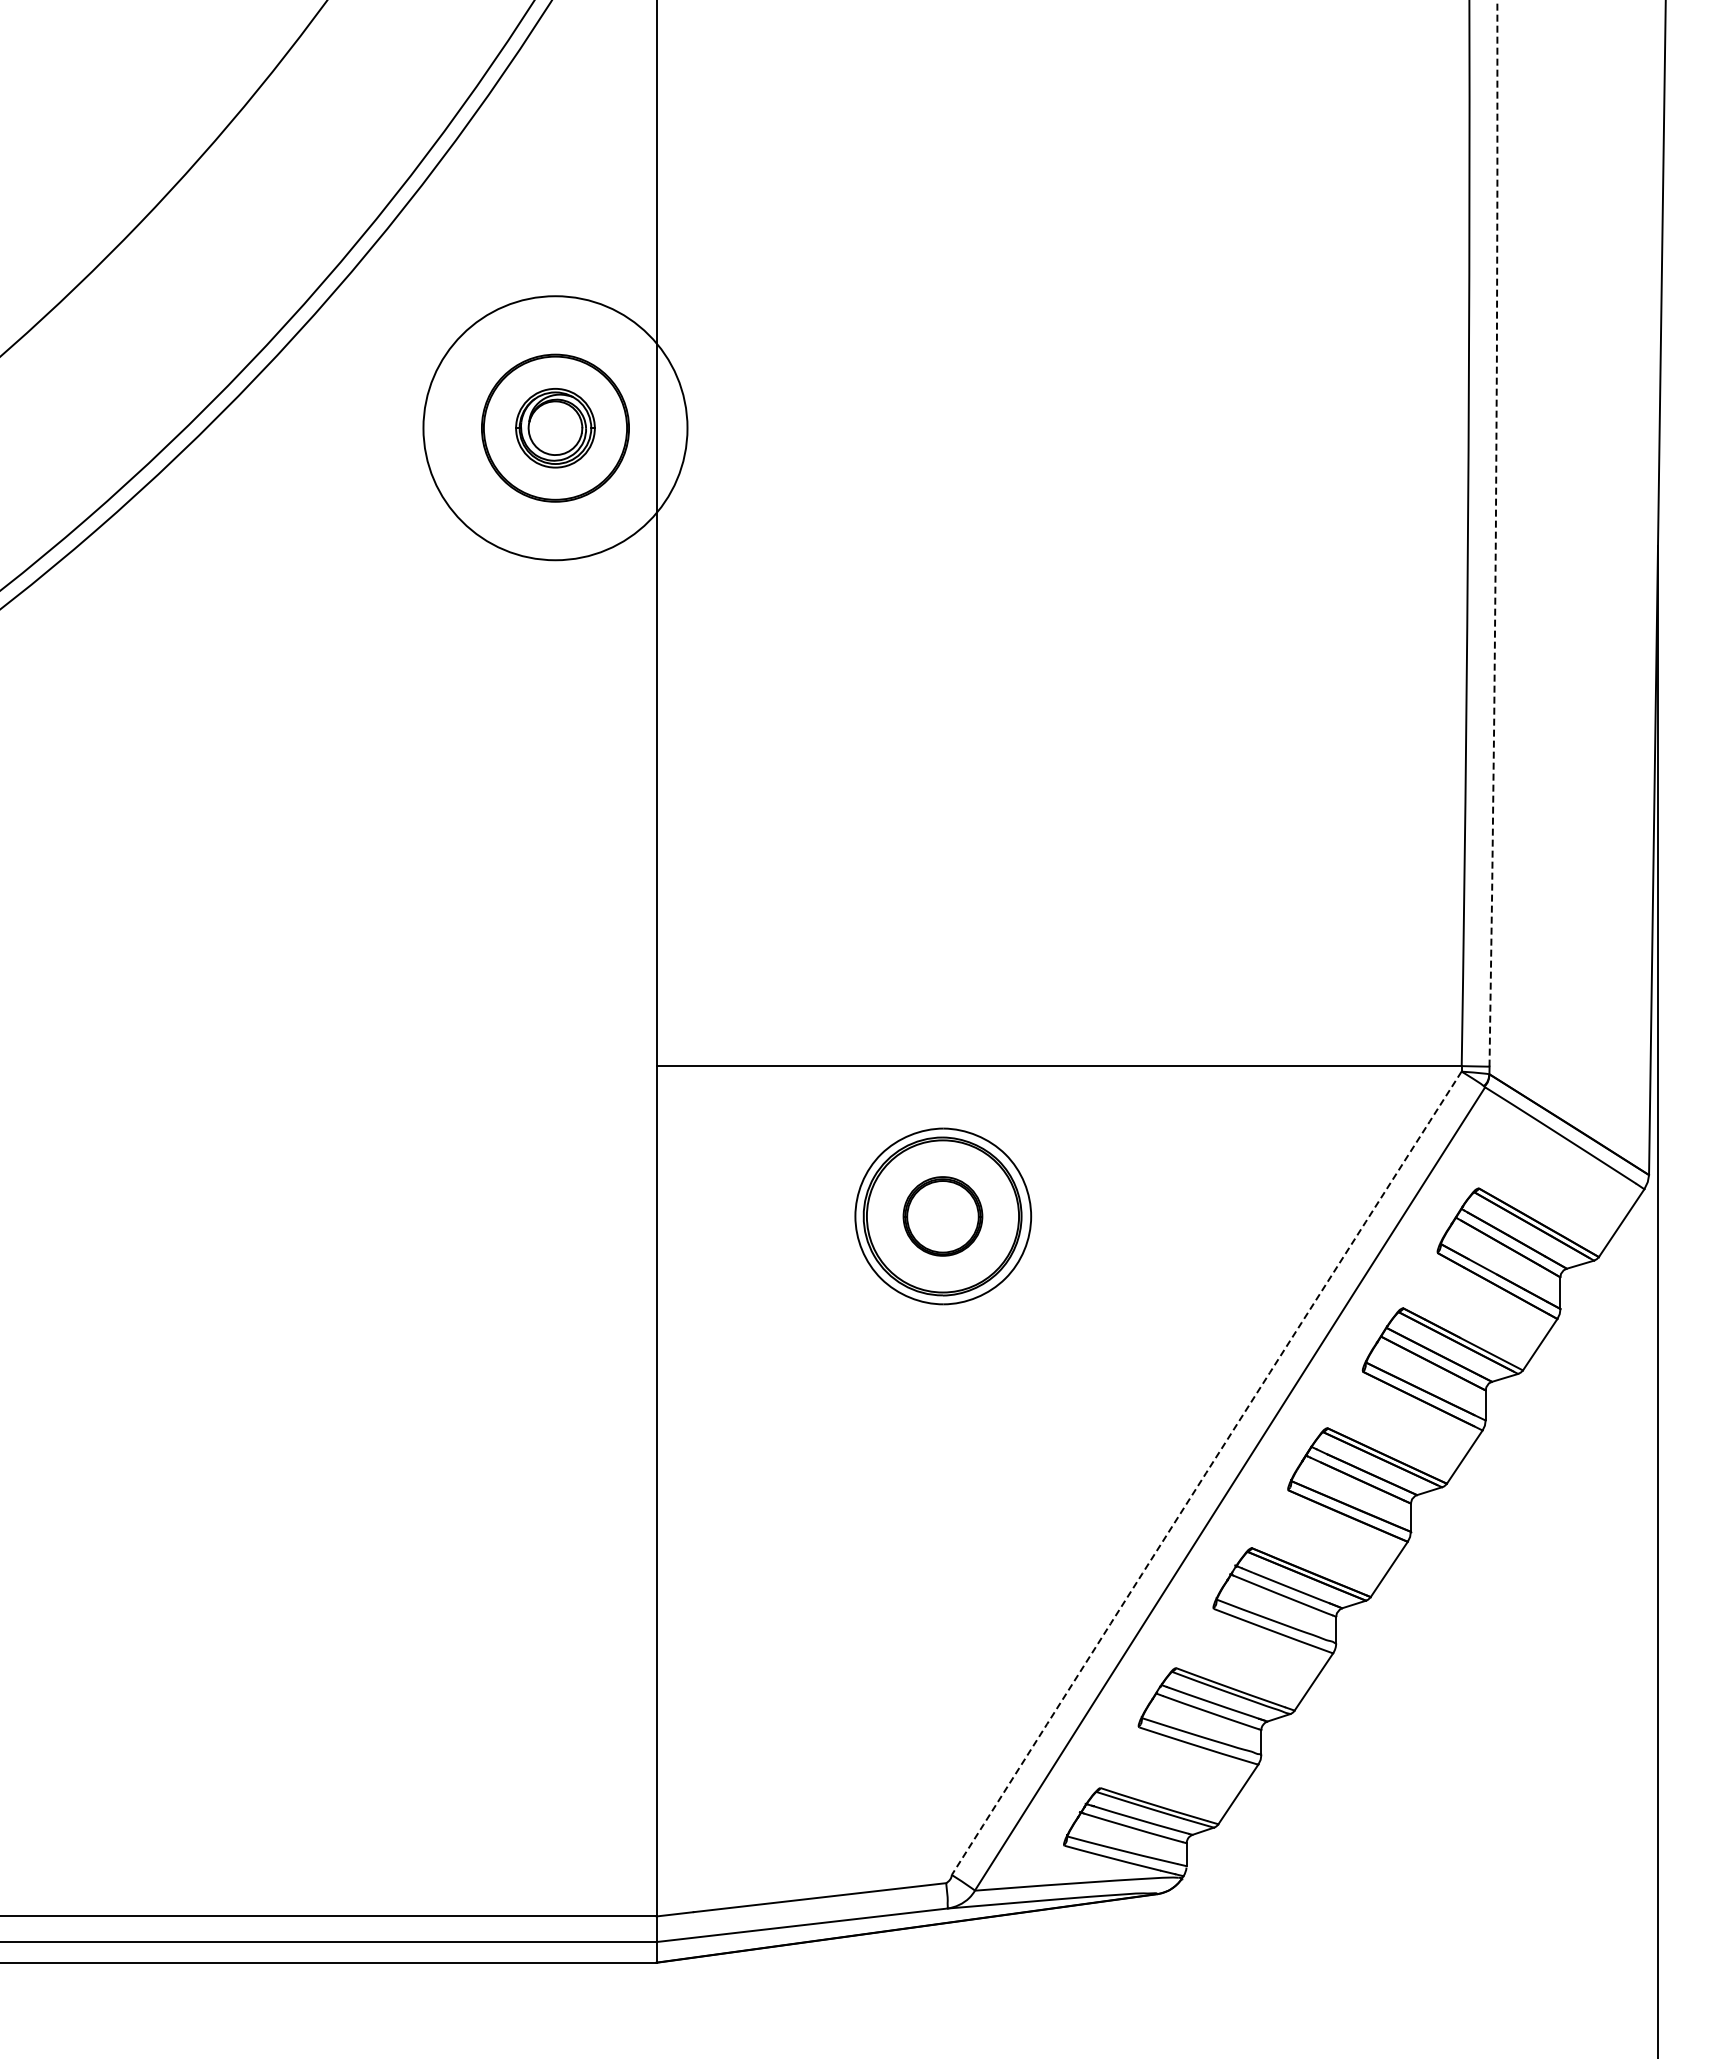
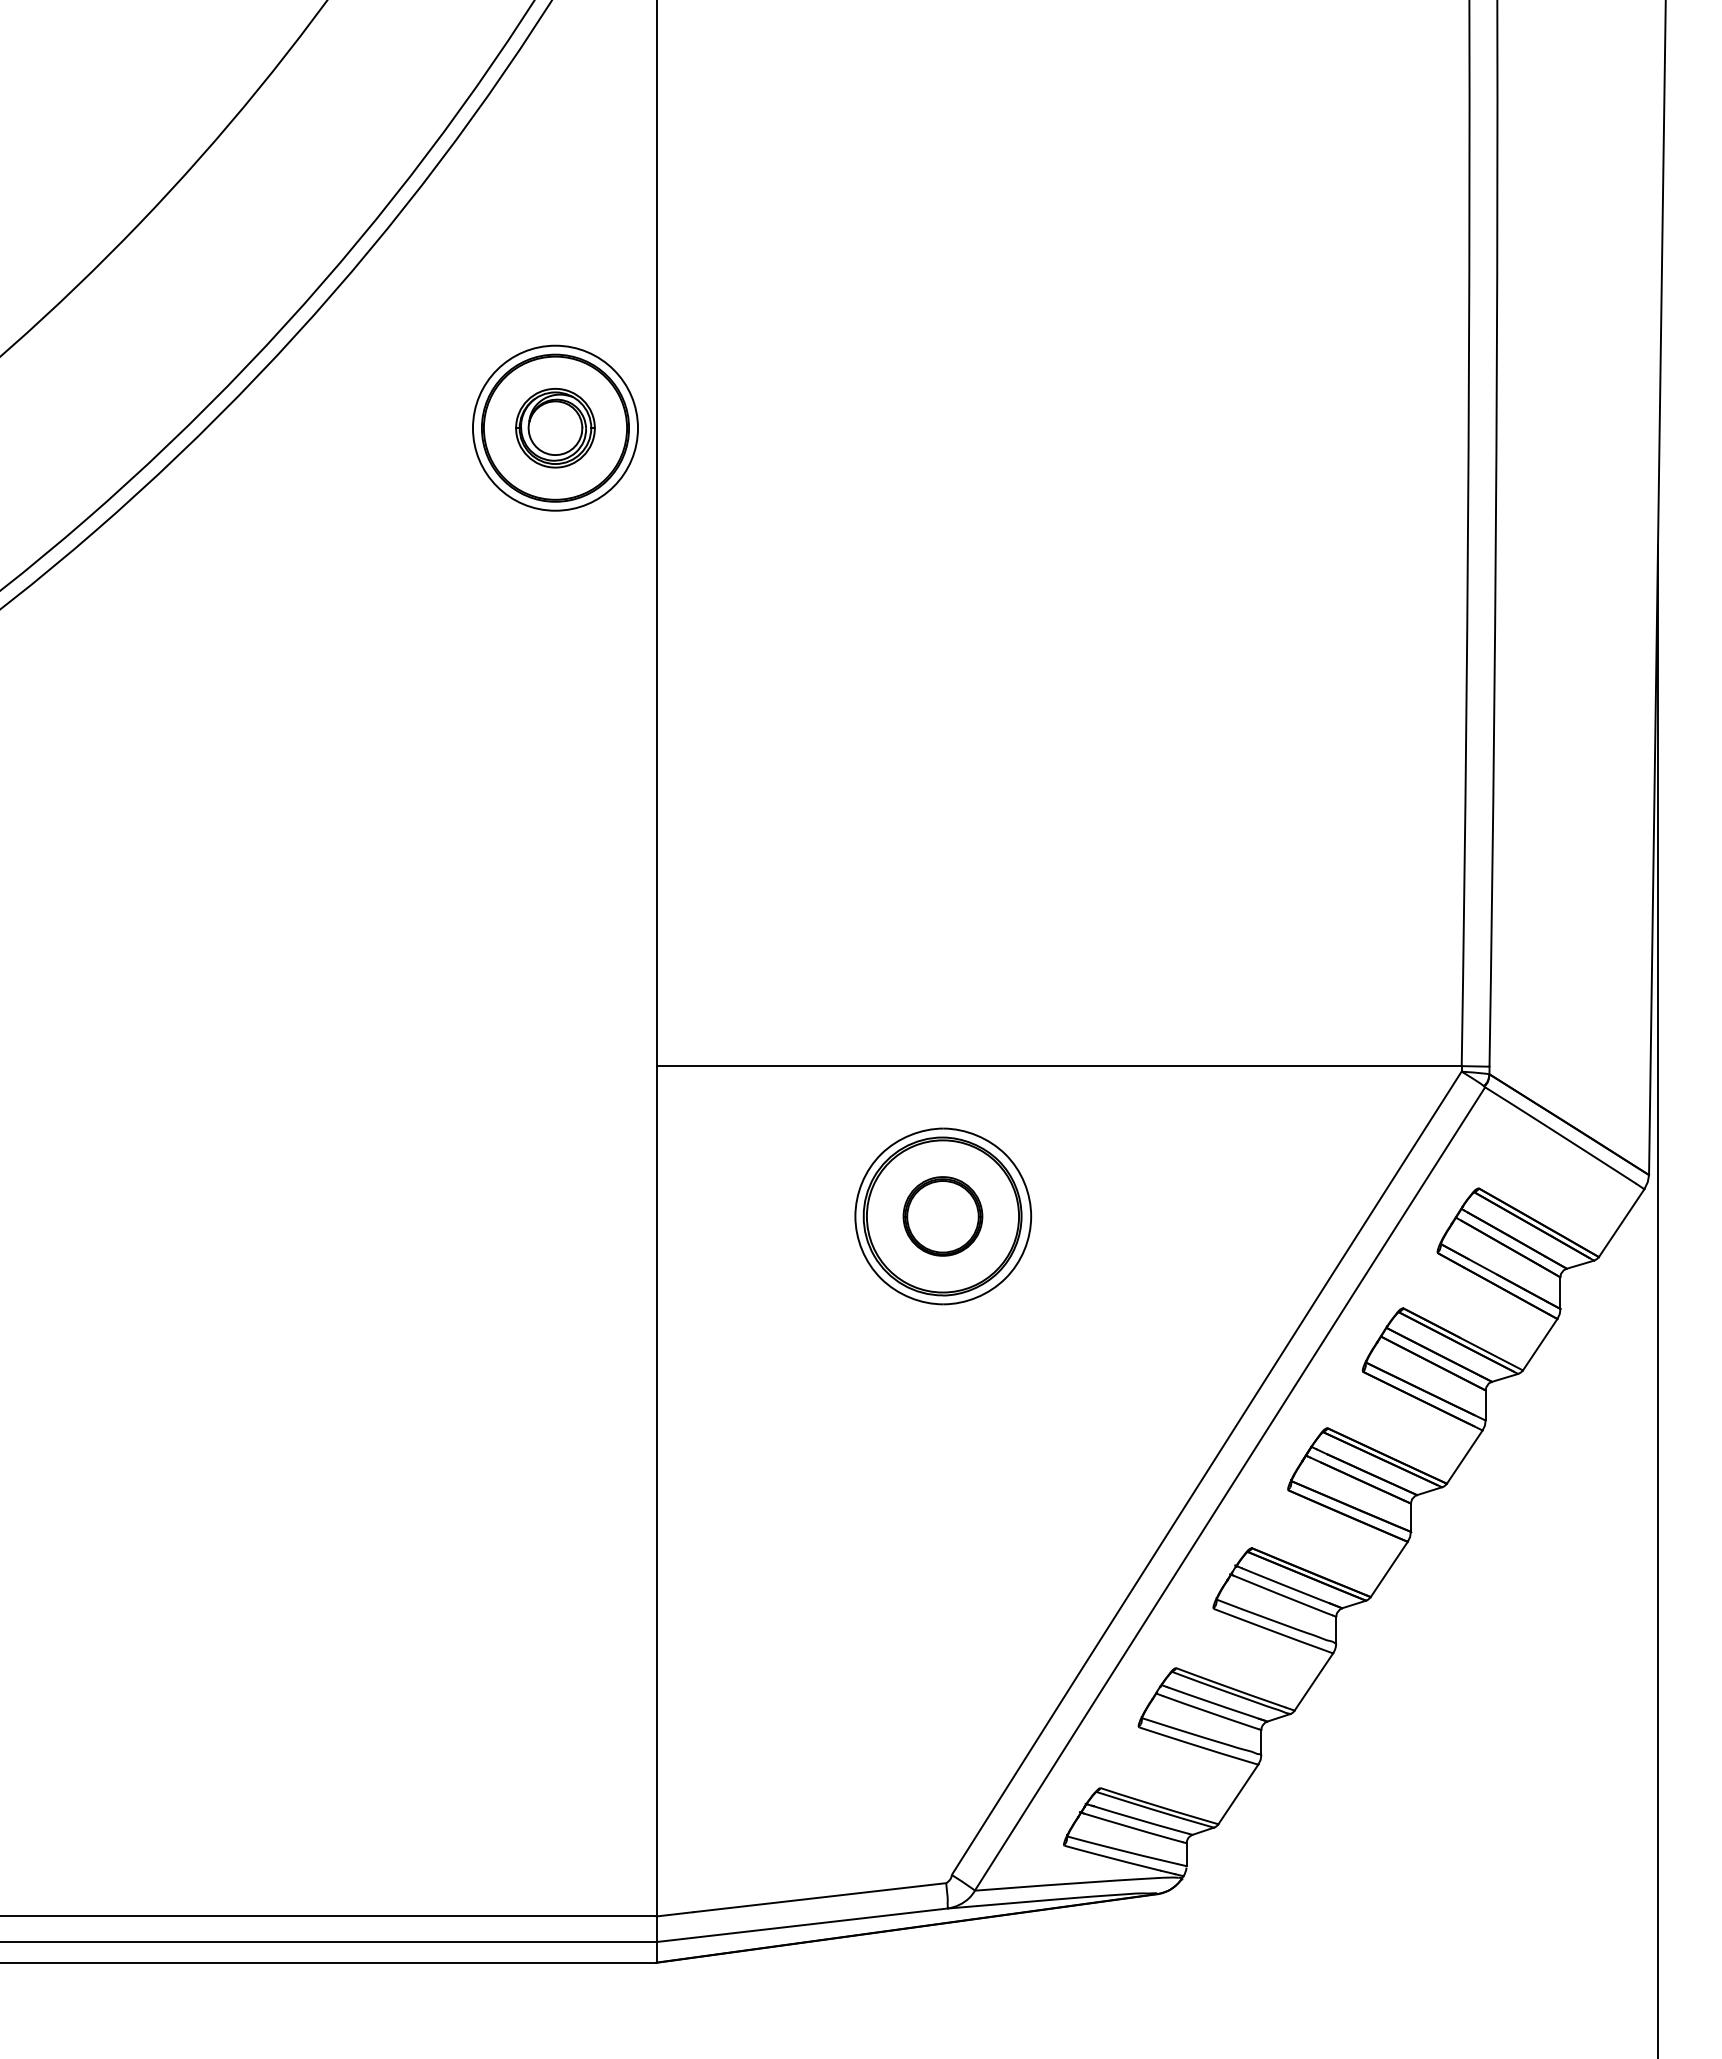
circle at (555, 428) diameter: 264 px -> 165 px
arc at (1495, 532): dashed -> solid
arc at (1206, 1473): dashed -> solid
